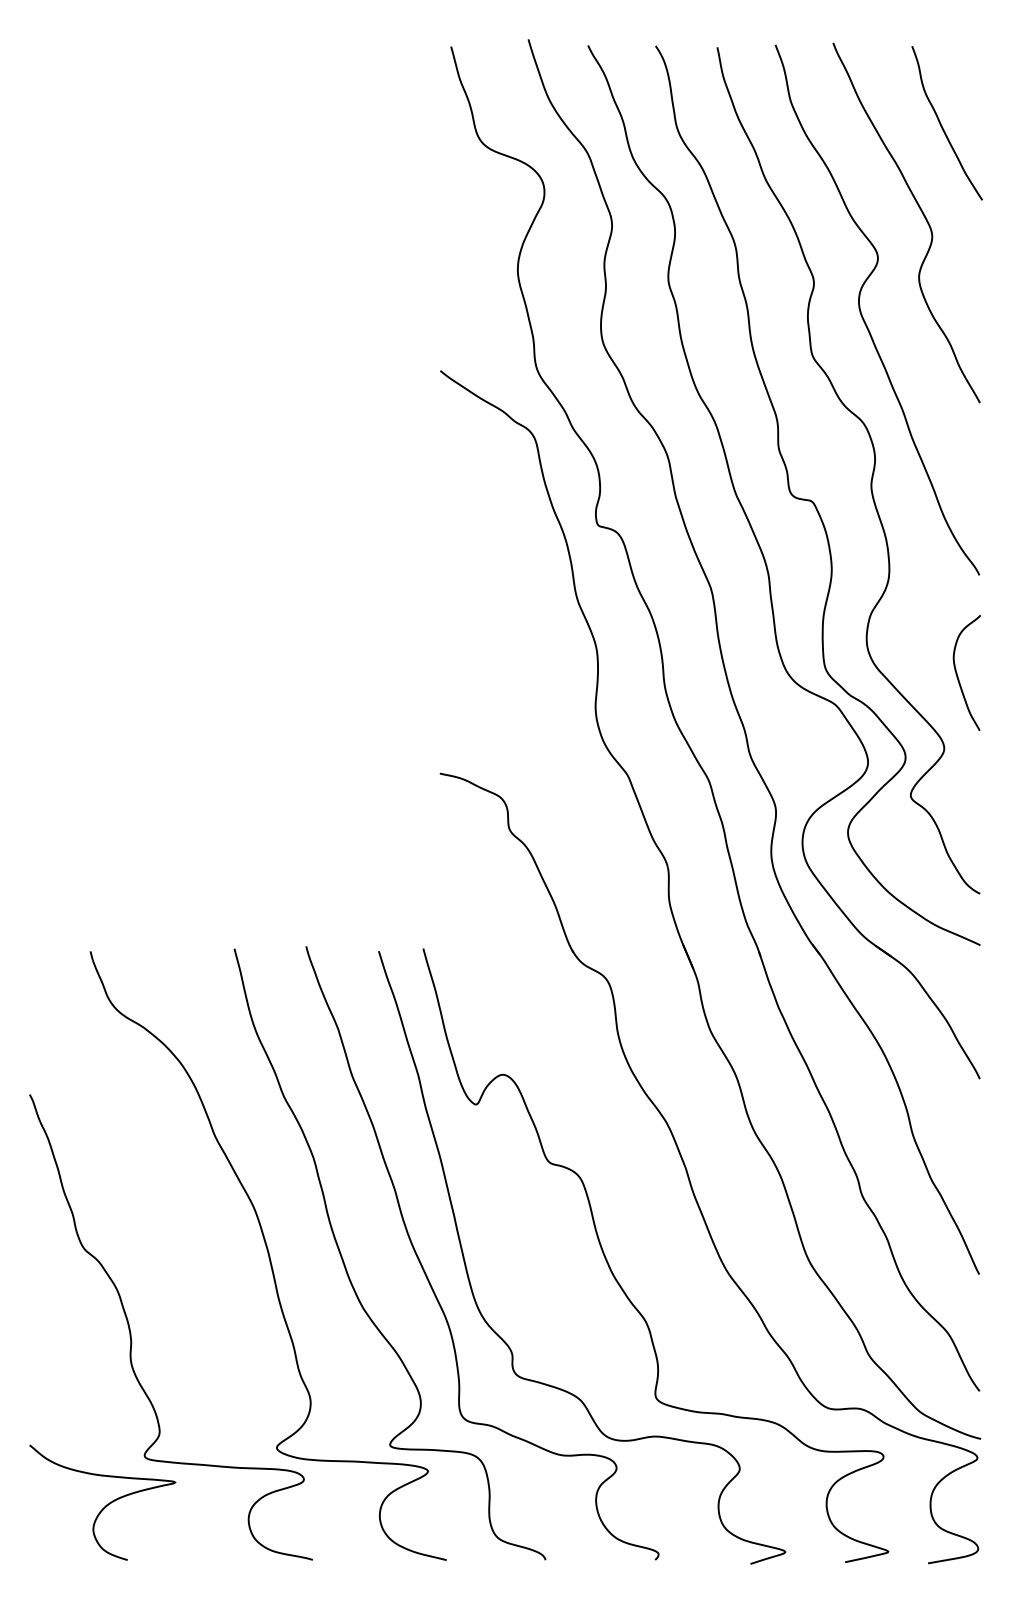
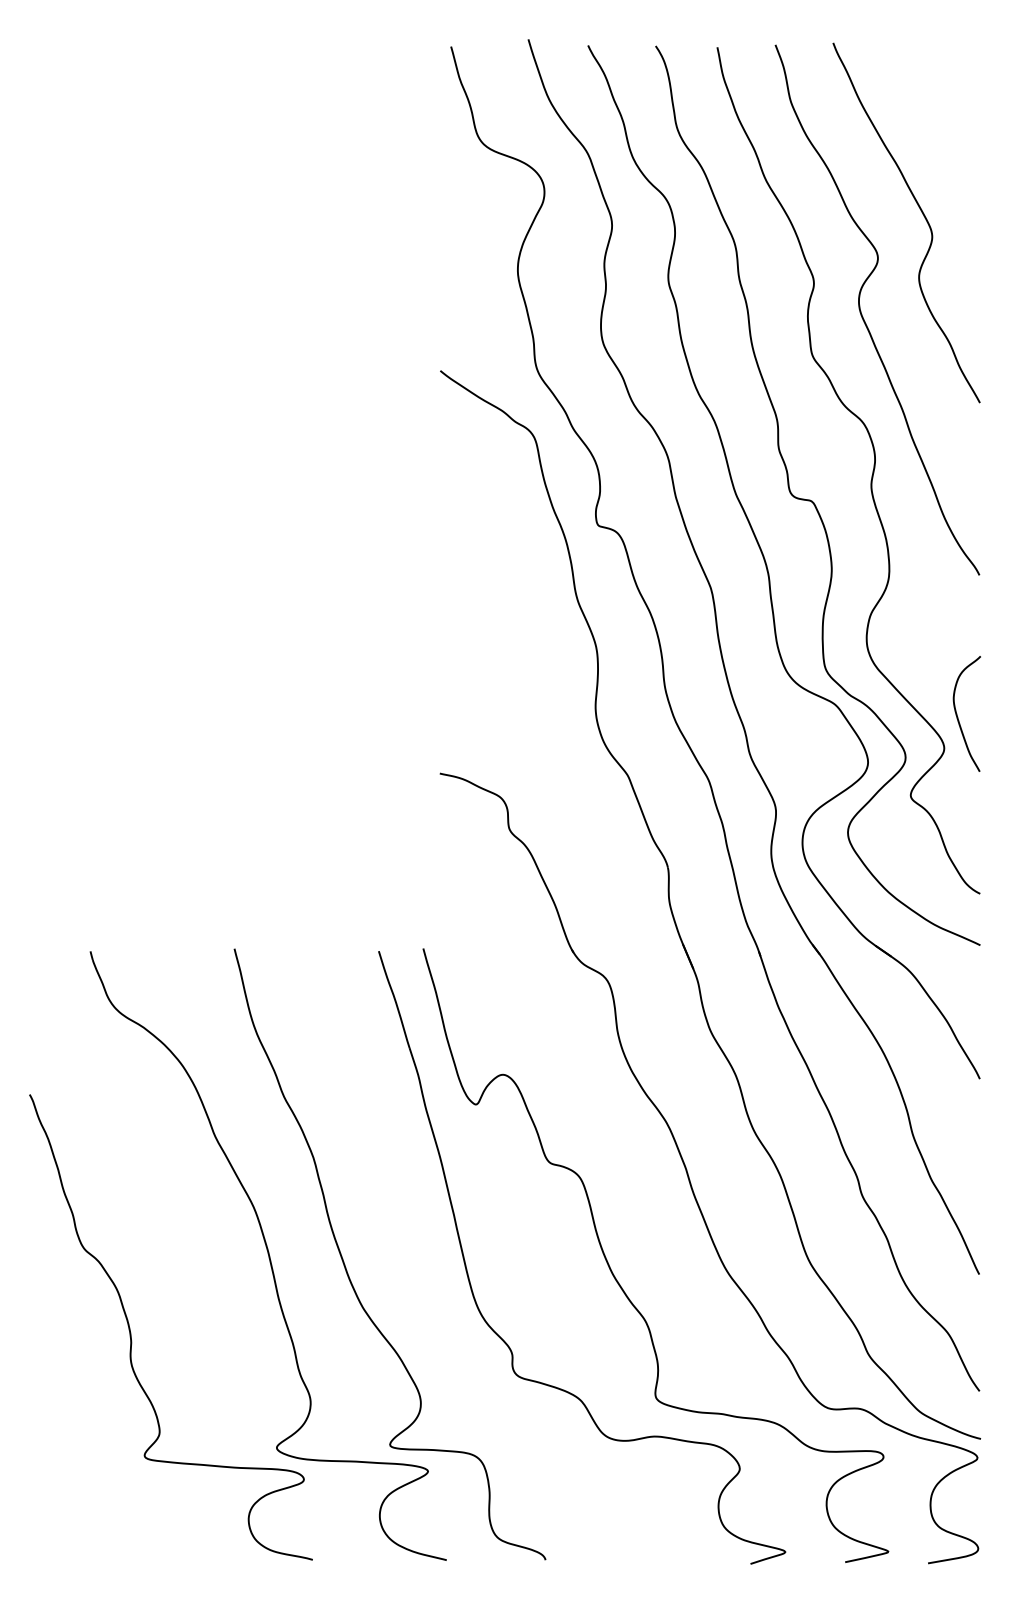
curve at (942, 125): present -> none
curve at (958, 676) position: (958, 676) -> (958, 717)
curve at (427, 1275): present -> none
curve at (105, 1505): present -> none
